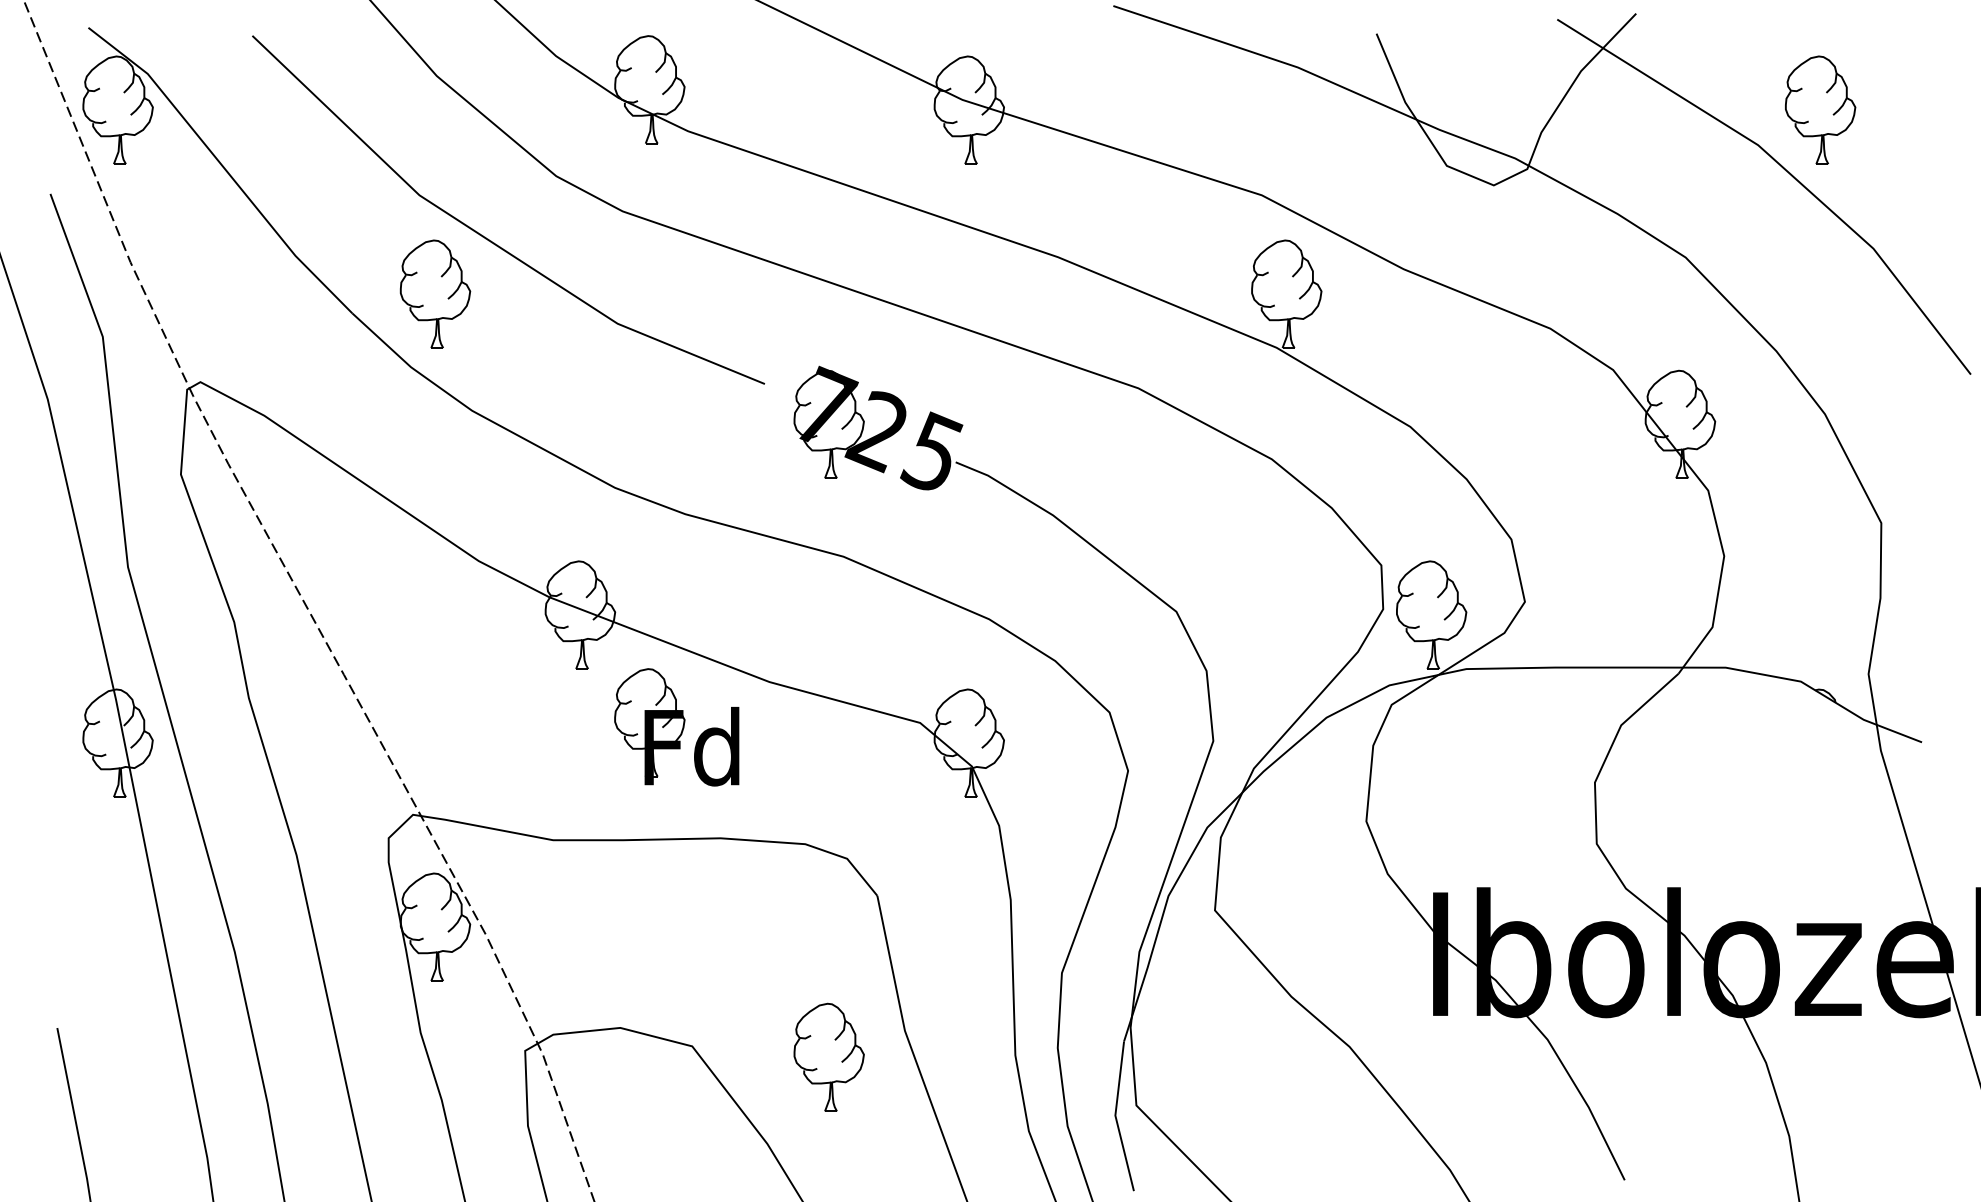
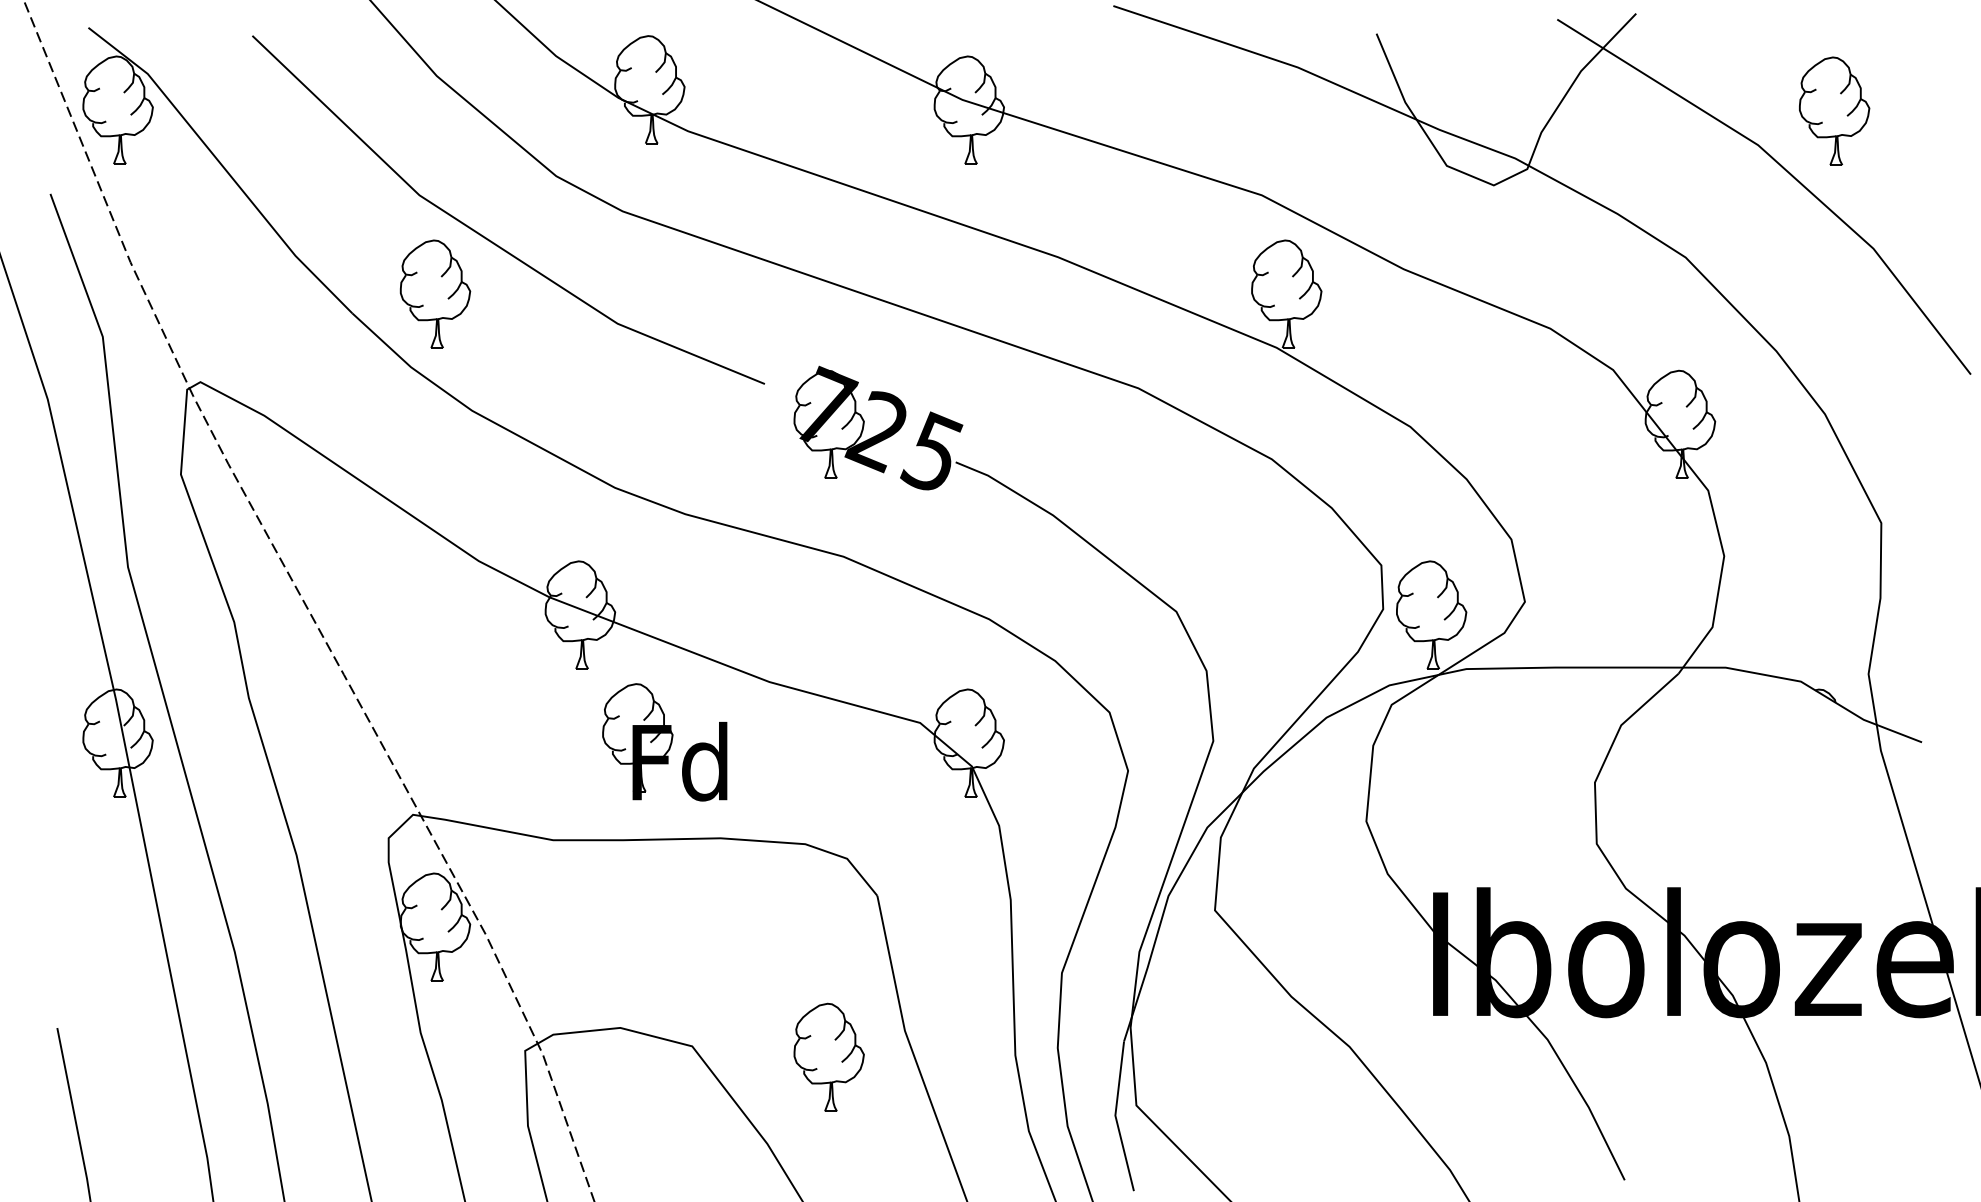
part at (1820, 109) position: (1820, 109) -> (1834, 110)
part at (676, 727) position: (676, 727) -> (664, 742)
